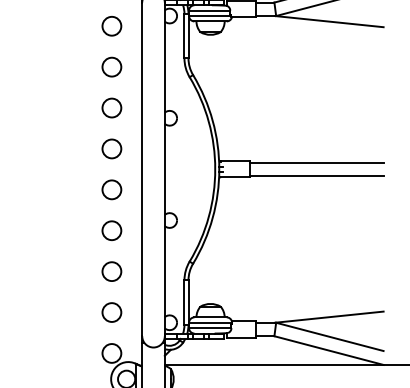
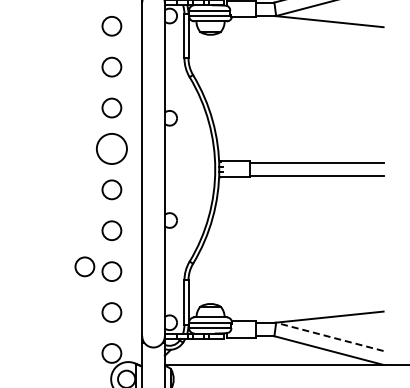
circle at (111, 148) diameter: 19 px -> 30 px
circle at (84, 266): none -> present
line at (329, 336): solid -> dashed
